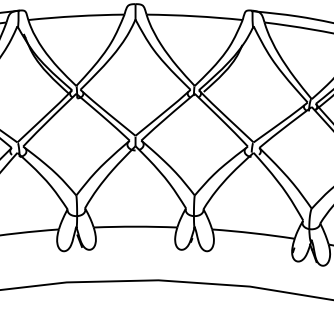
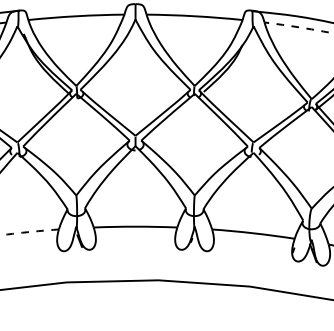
arc at (298, 27): solid -> dashed
arc at (29, 232): solid -> dashed
